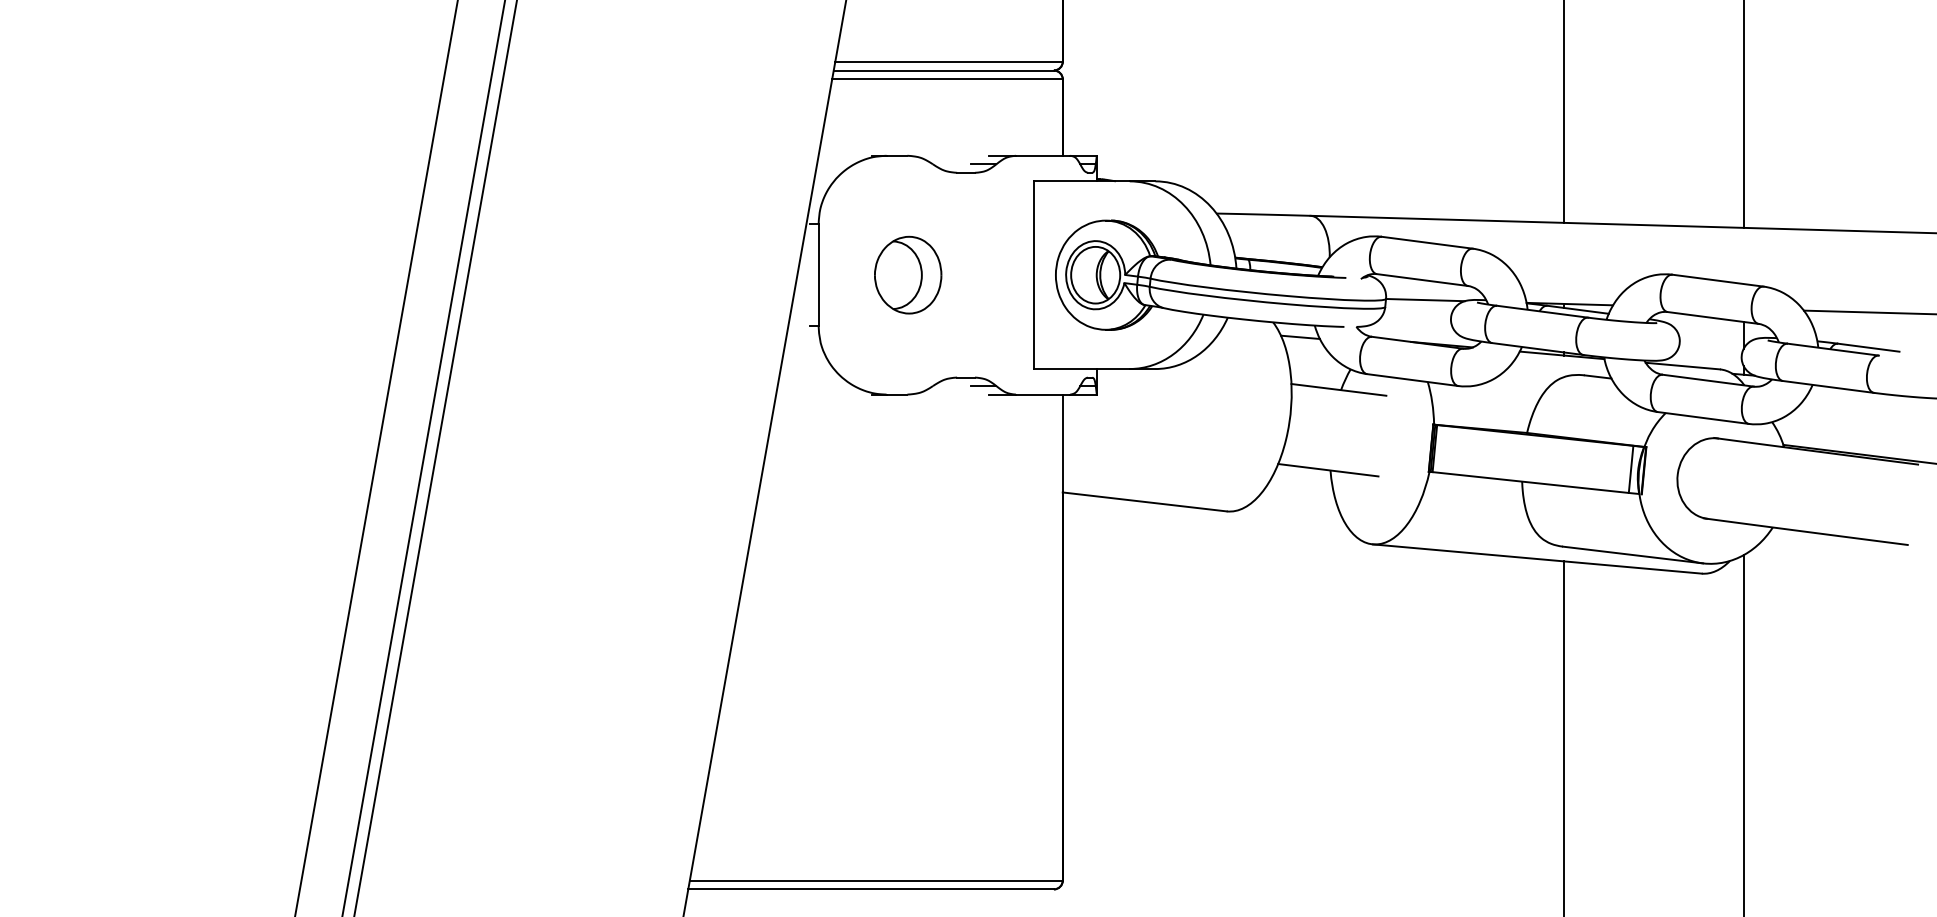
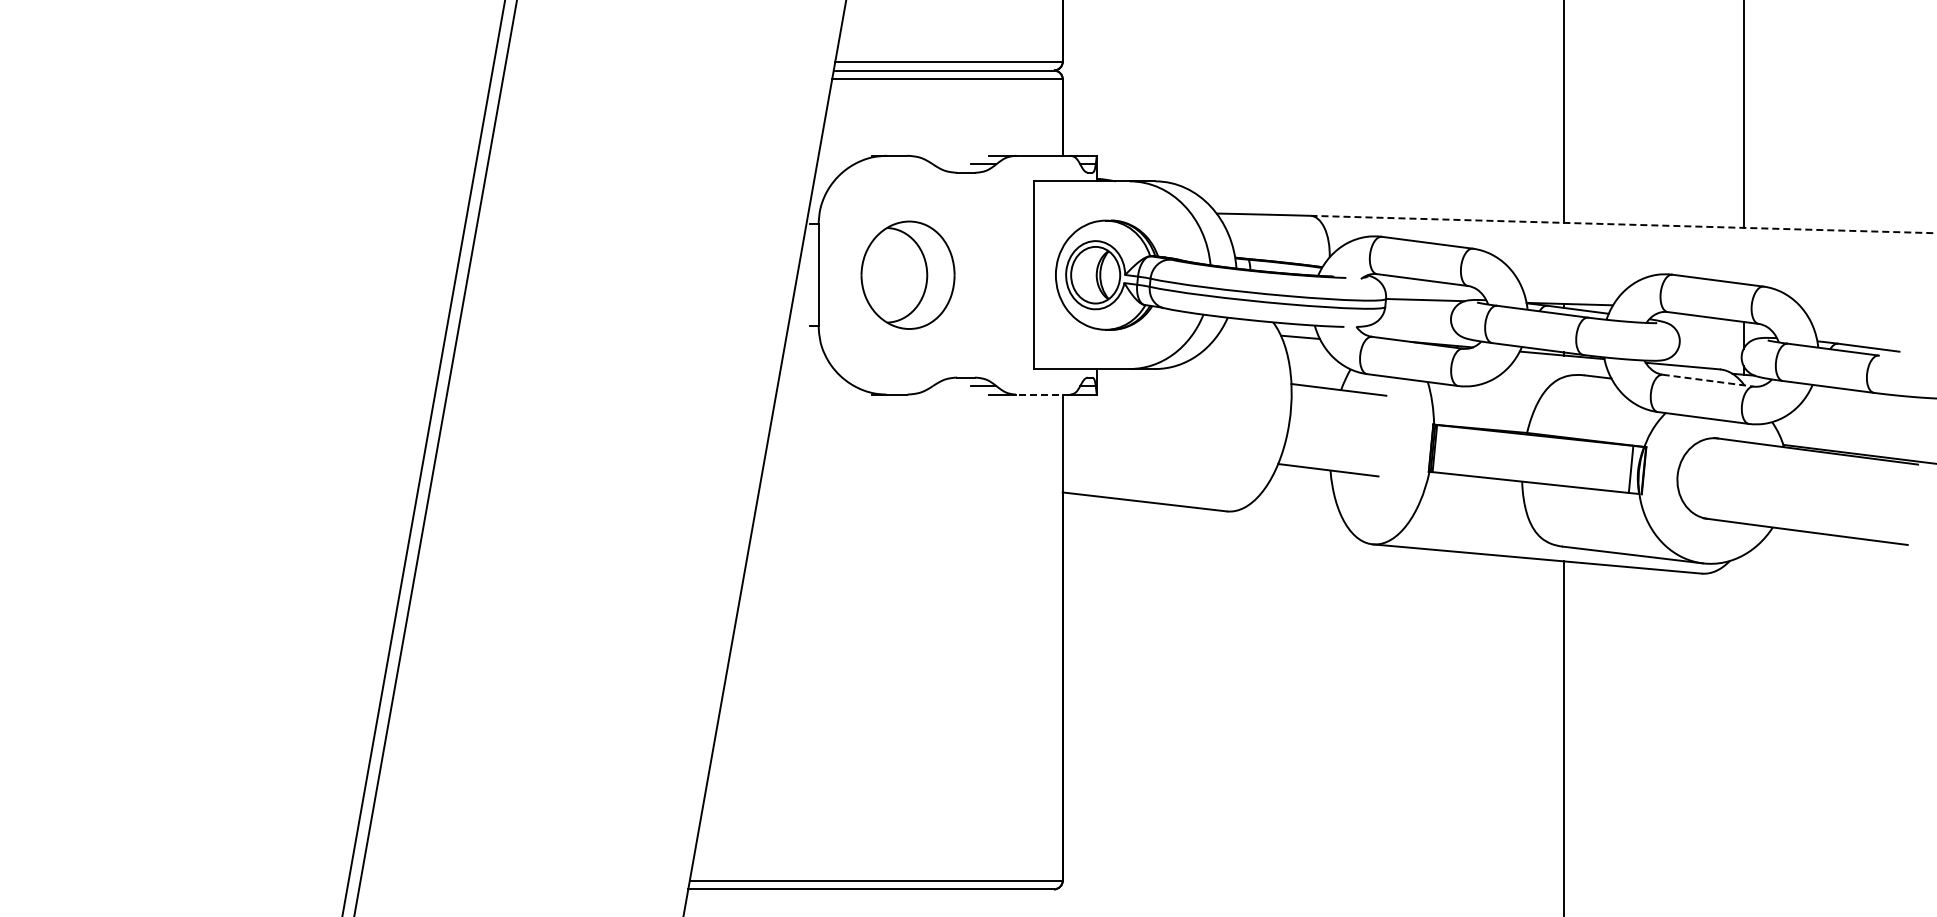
line at (1623, 224): solid -> dashed
part at (908, 274) size: 69x80 px -> 96x110 px
line at (1868, 312): present -> none
line at (1708, 380): solid -> dashed
line at (1042, 394): solid -> dashed
line at (376, 457): present -> none
line at (1743, 734): present -> none
